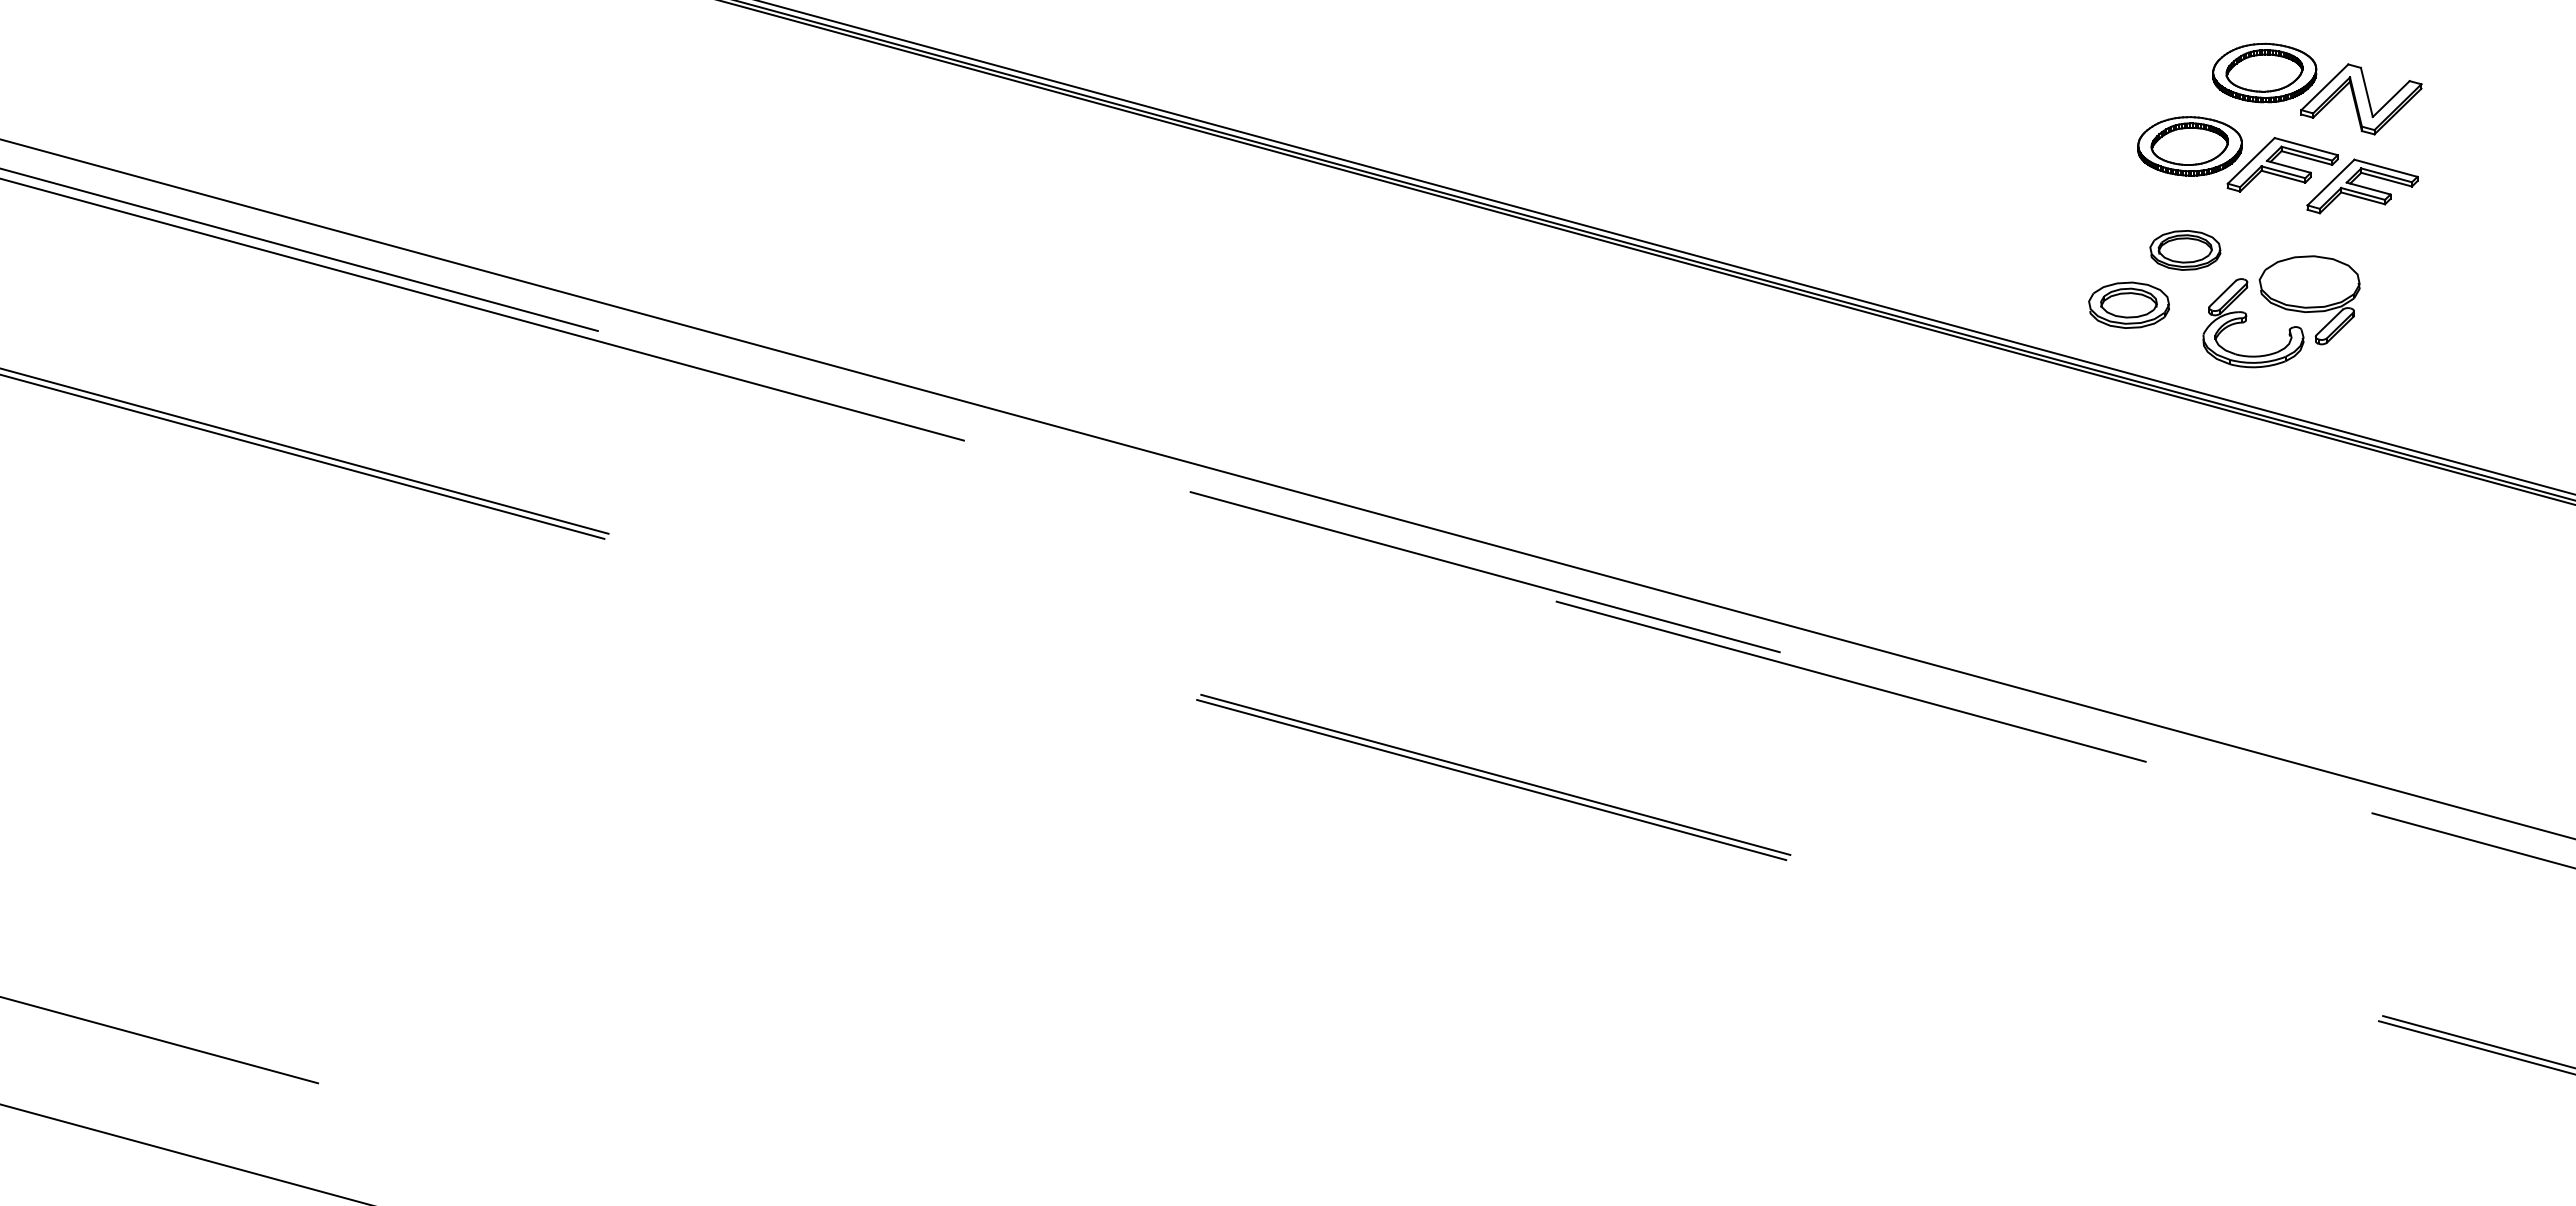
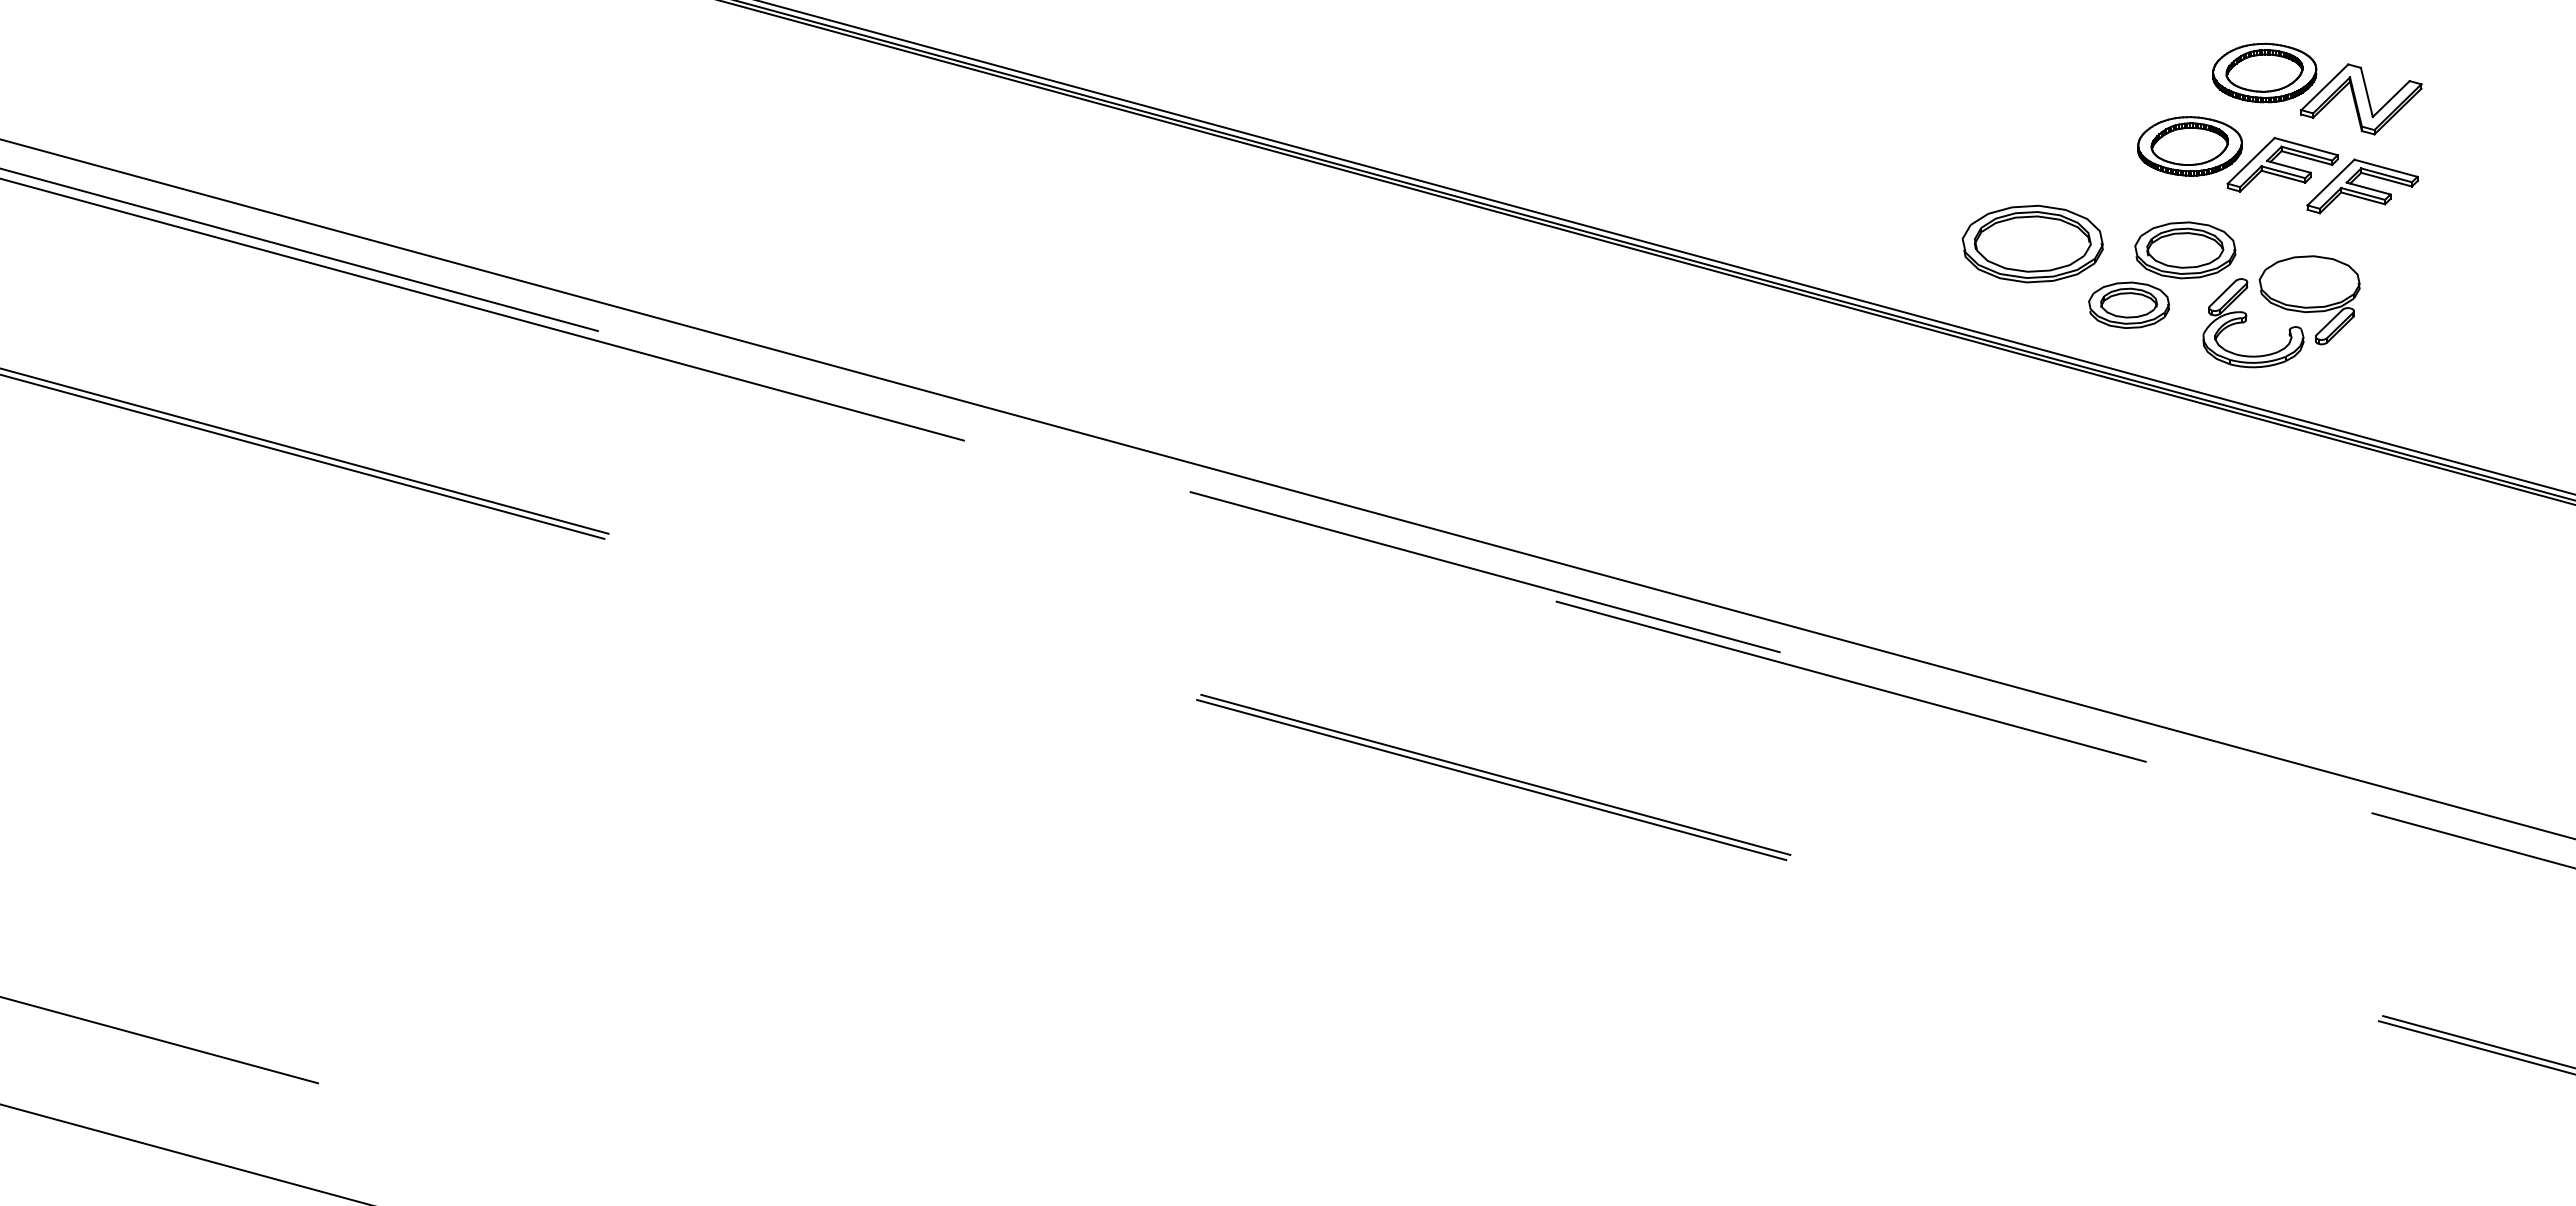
part at (2032, 243): none -> present
part at (2185, 250) size: 73x41 px -> 103x59 px
